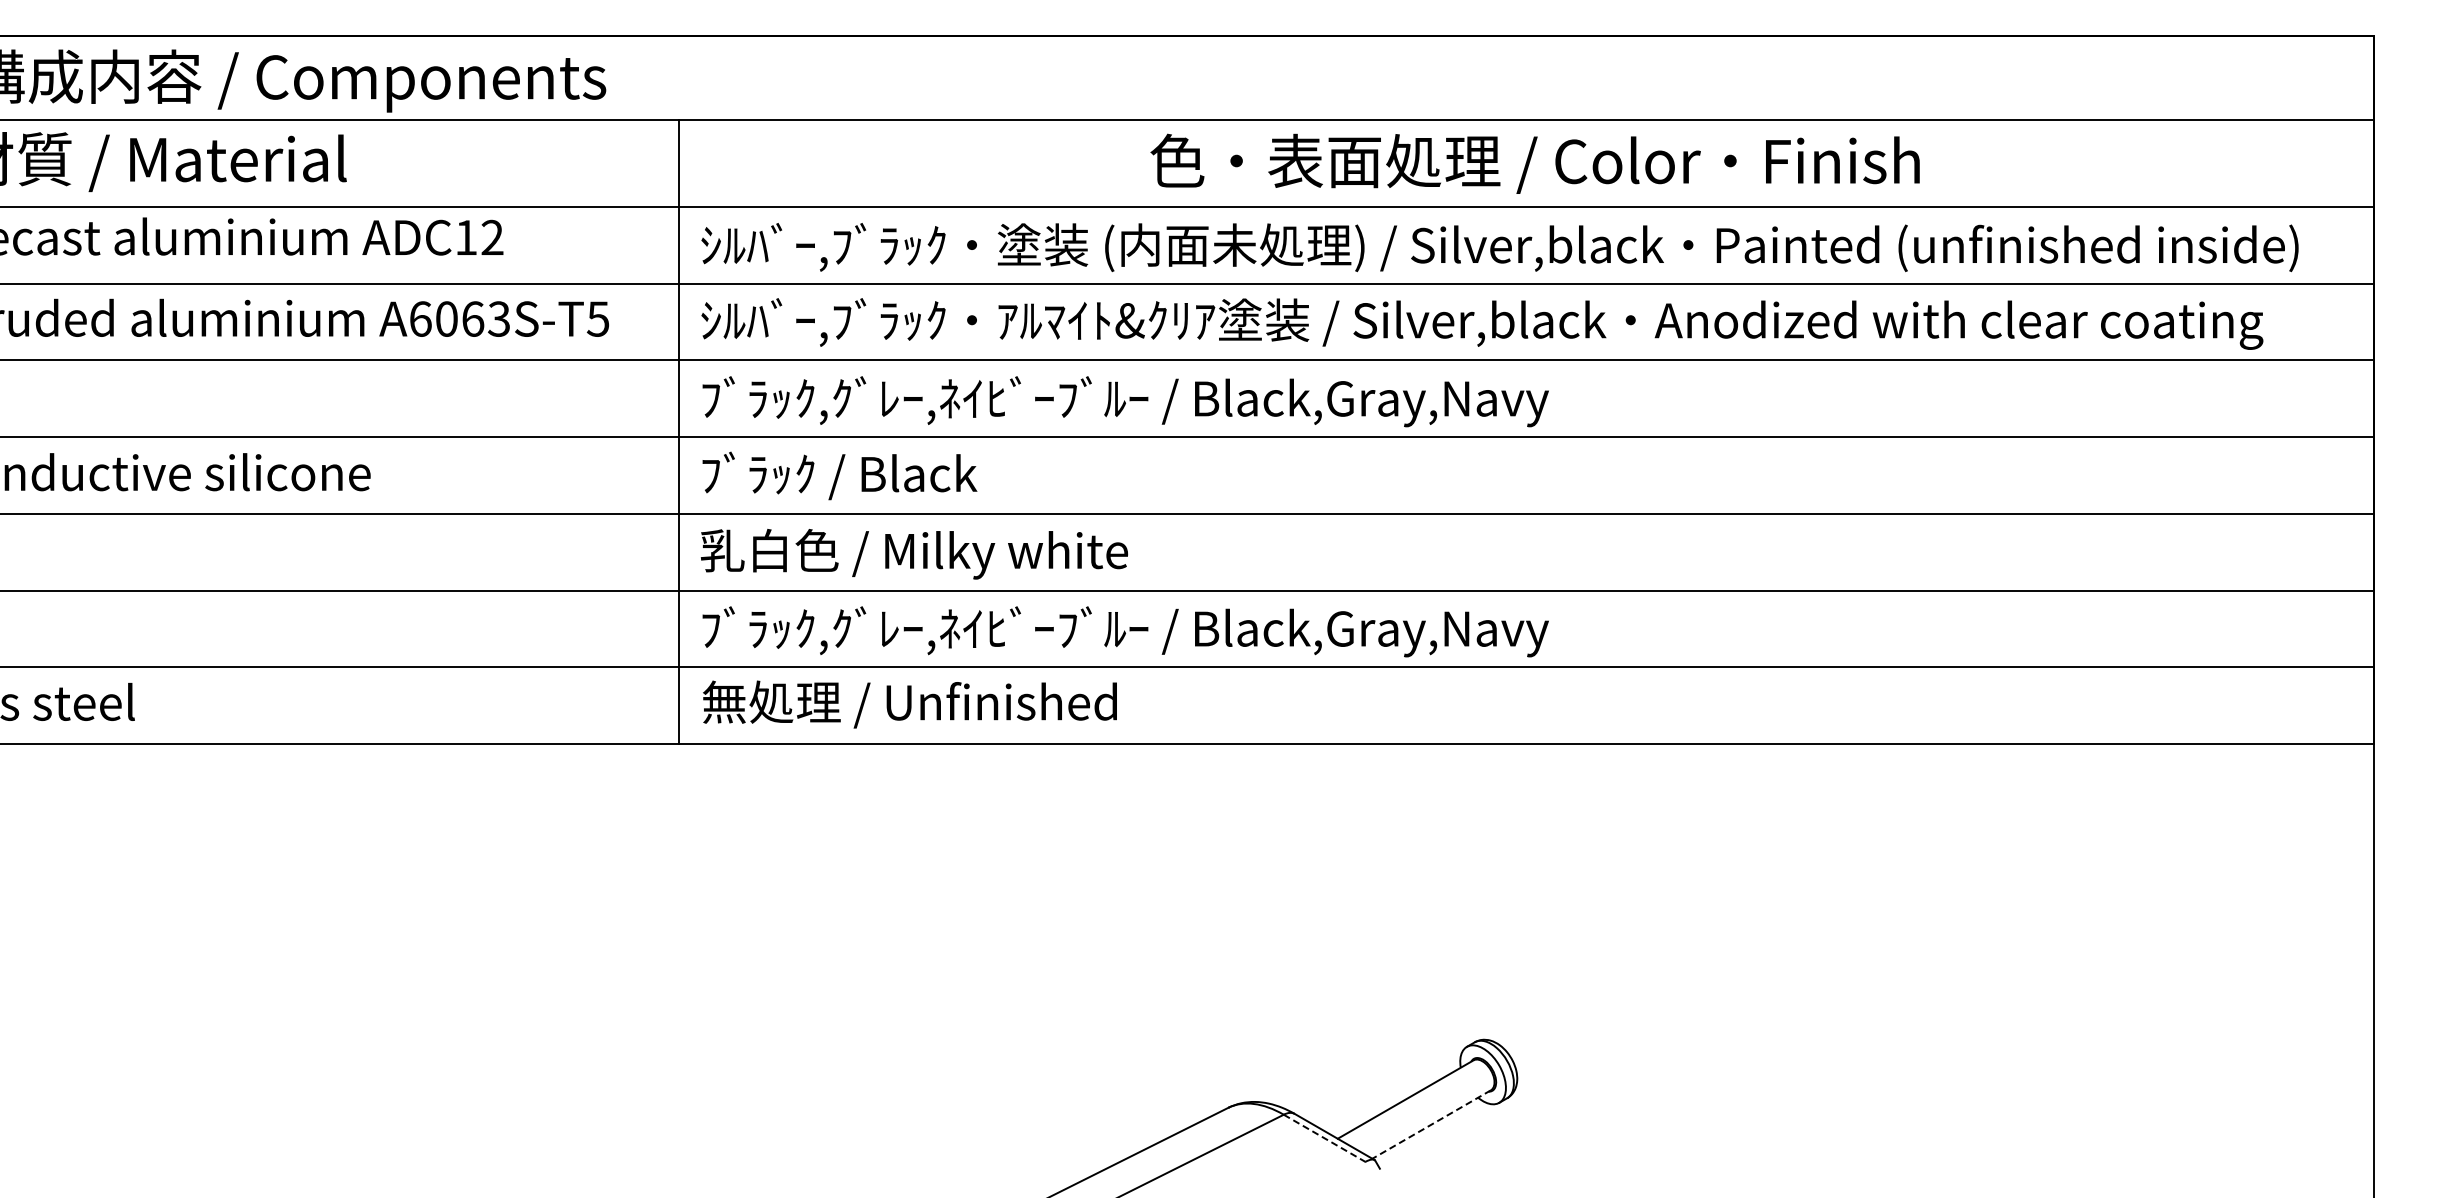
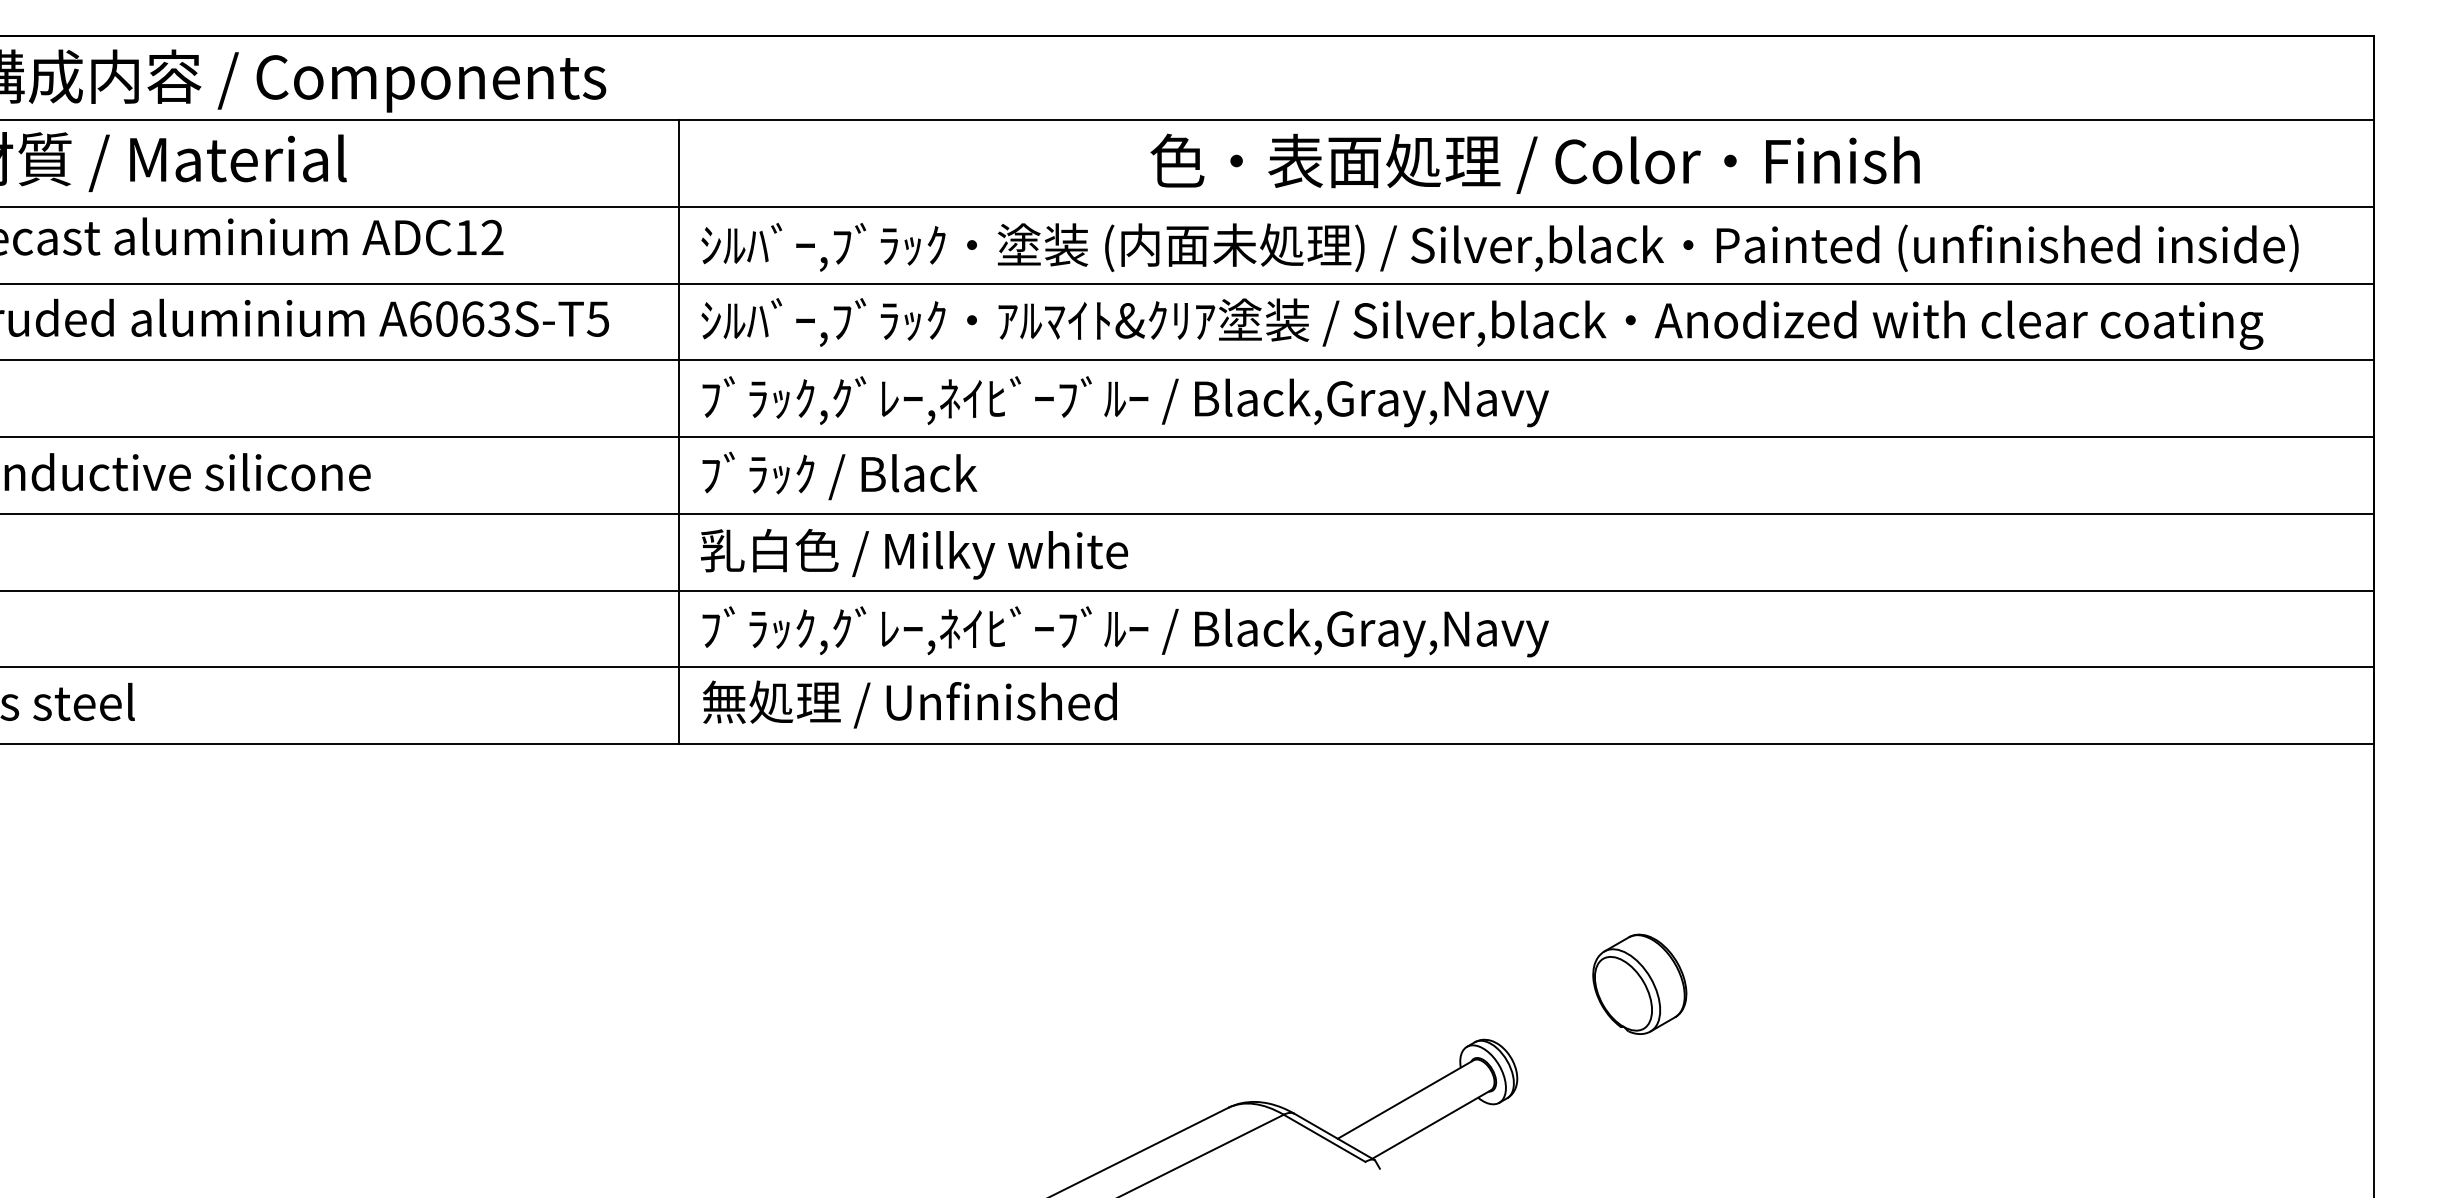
part at (1639, 983): none -> present
line at (1431, 1124): dashed -> solid
line at (1325, 1138): dashed -> solid
